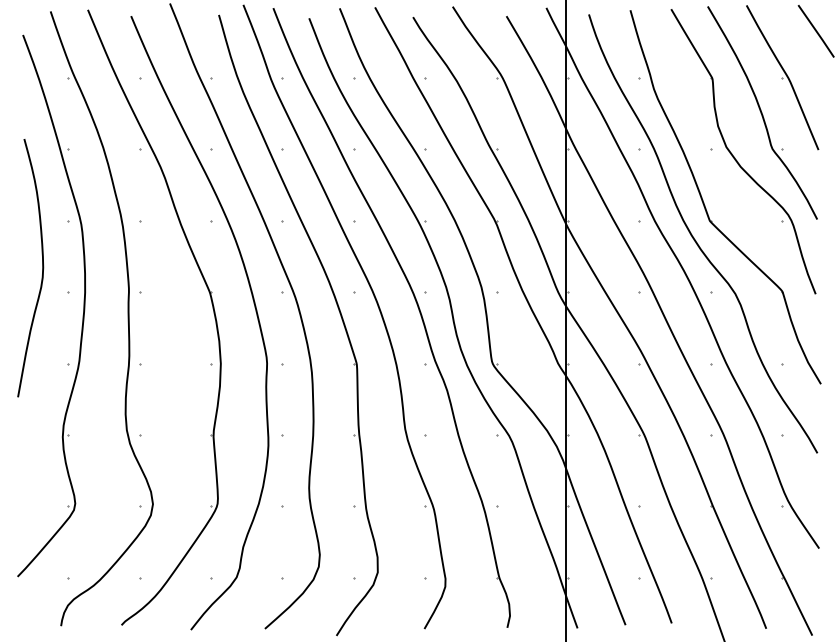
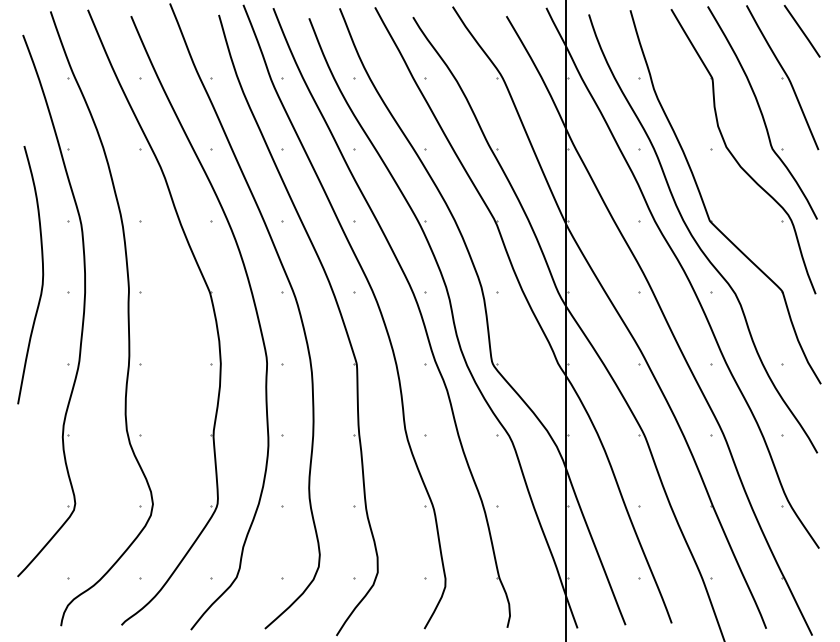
line at (815, 31) position: (815, 31) -> (801, 31)
curve at (42, 268) position: (42, 268) -> (42, 275)
